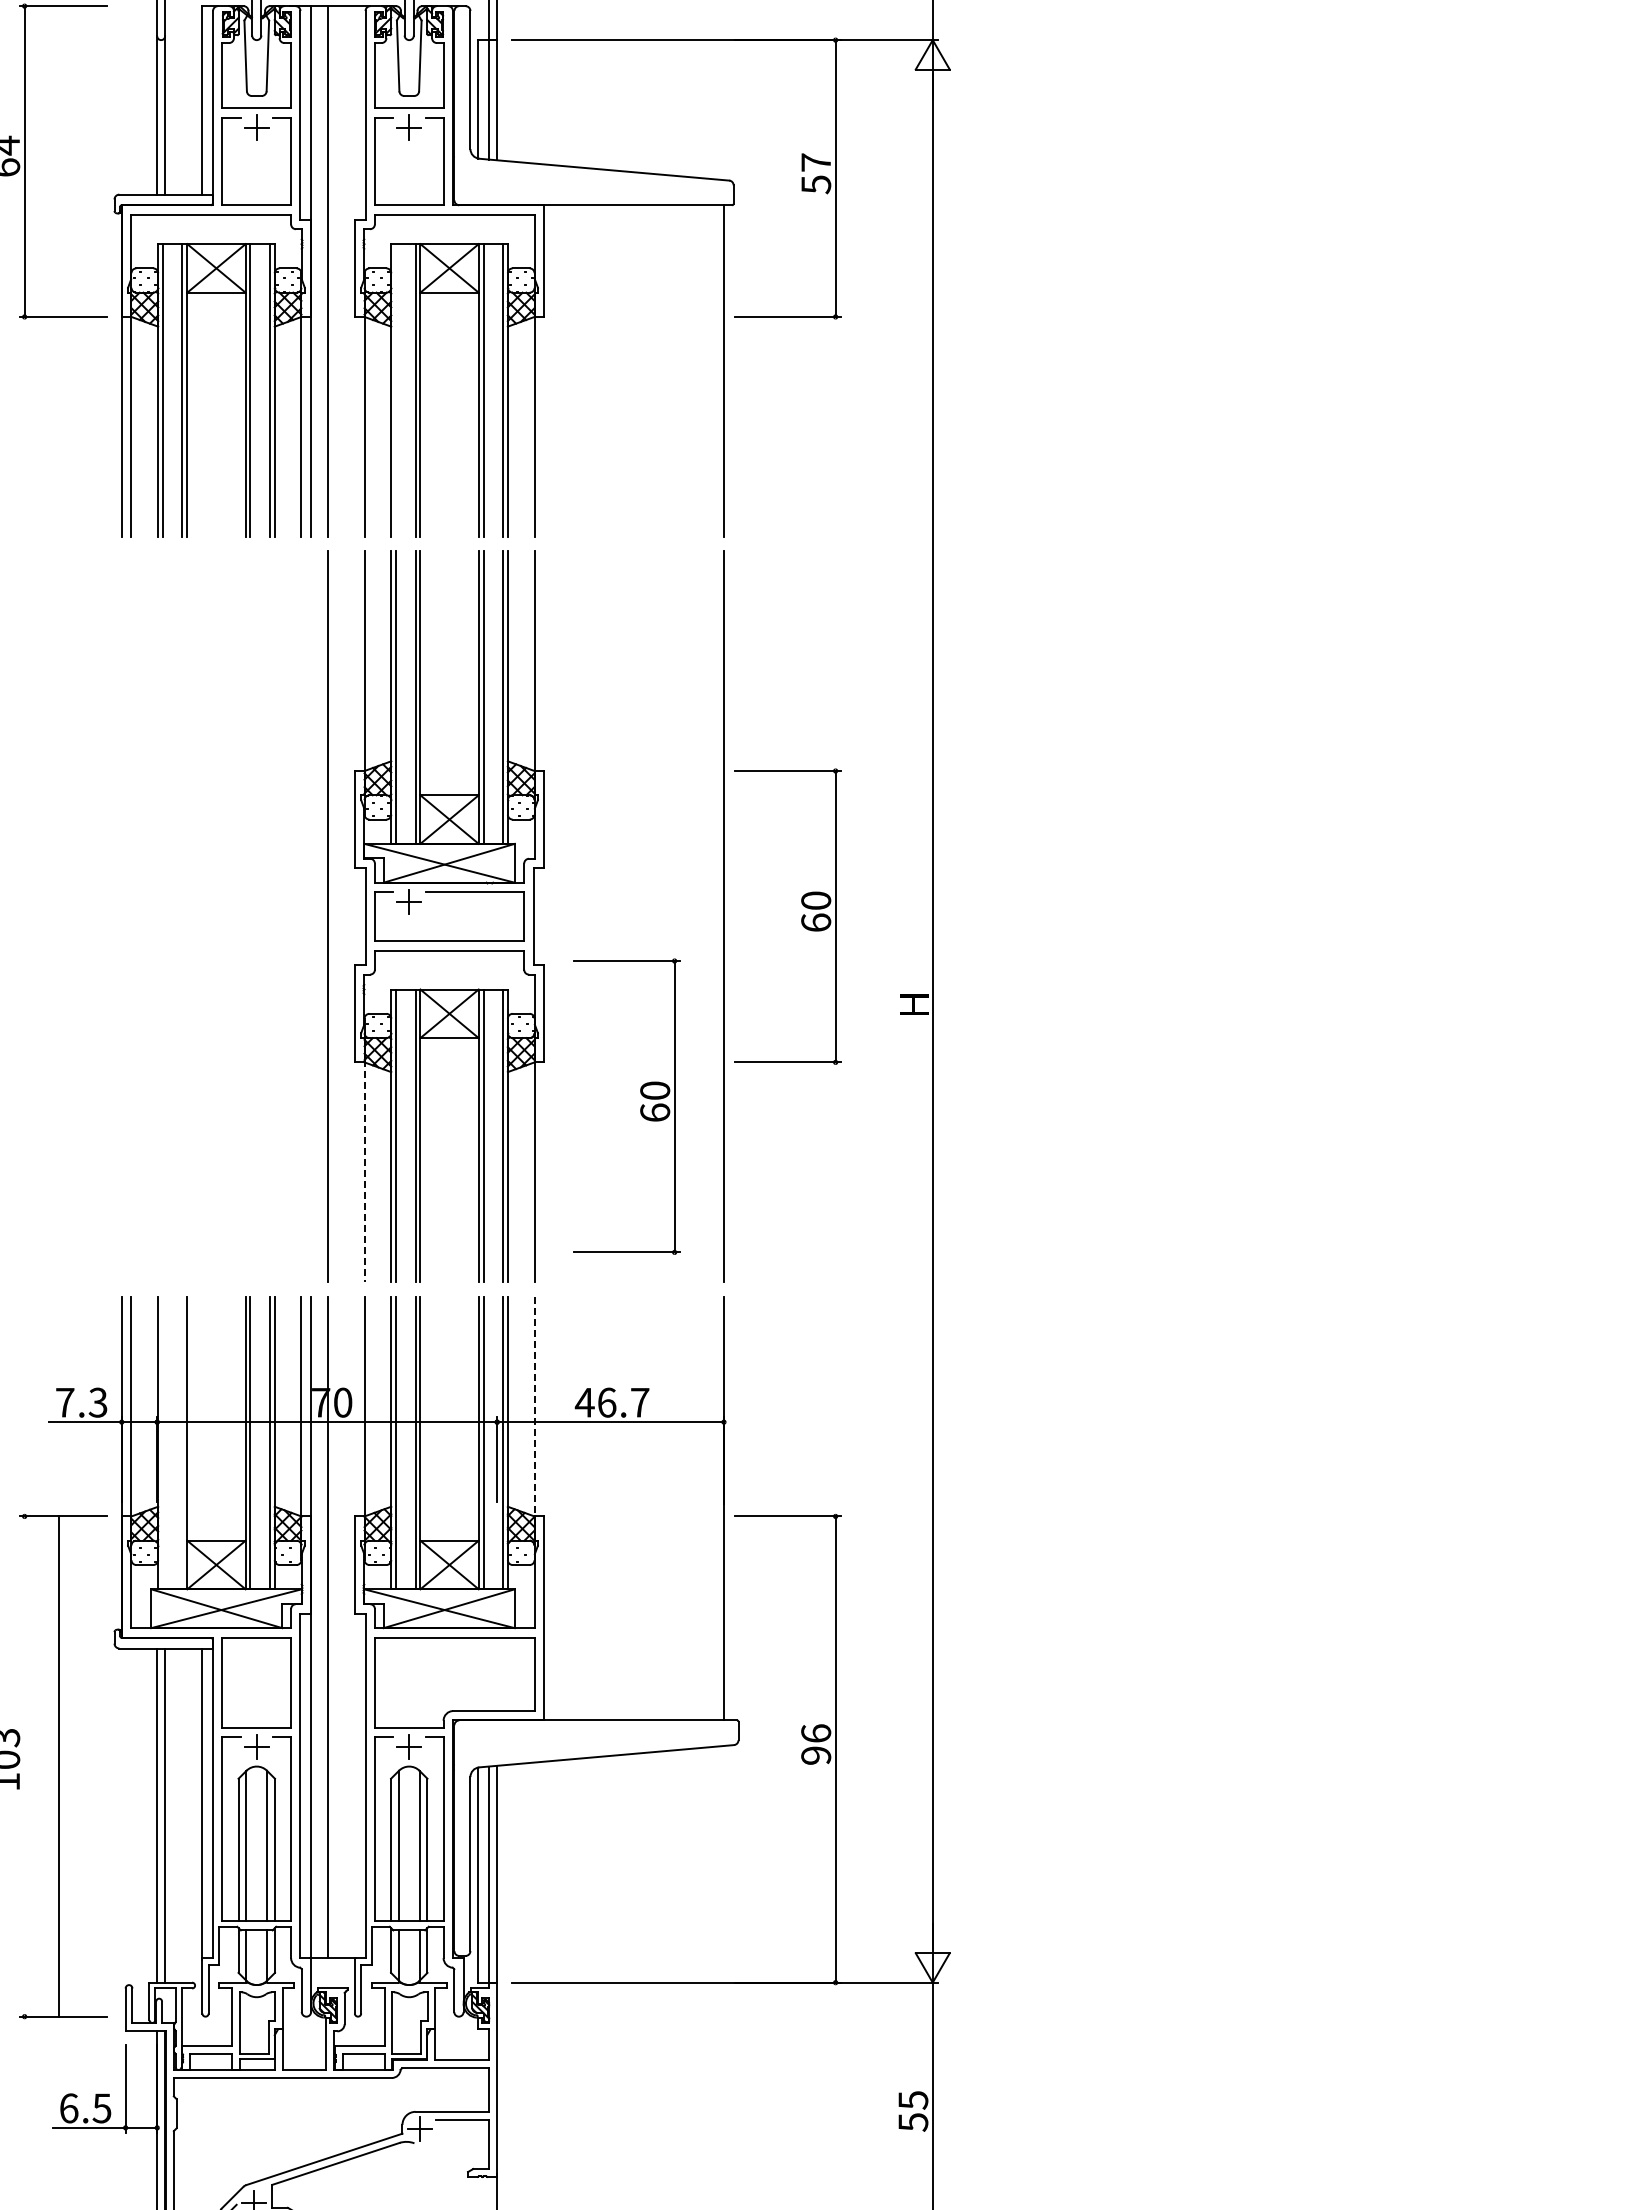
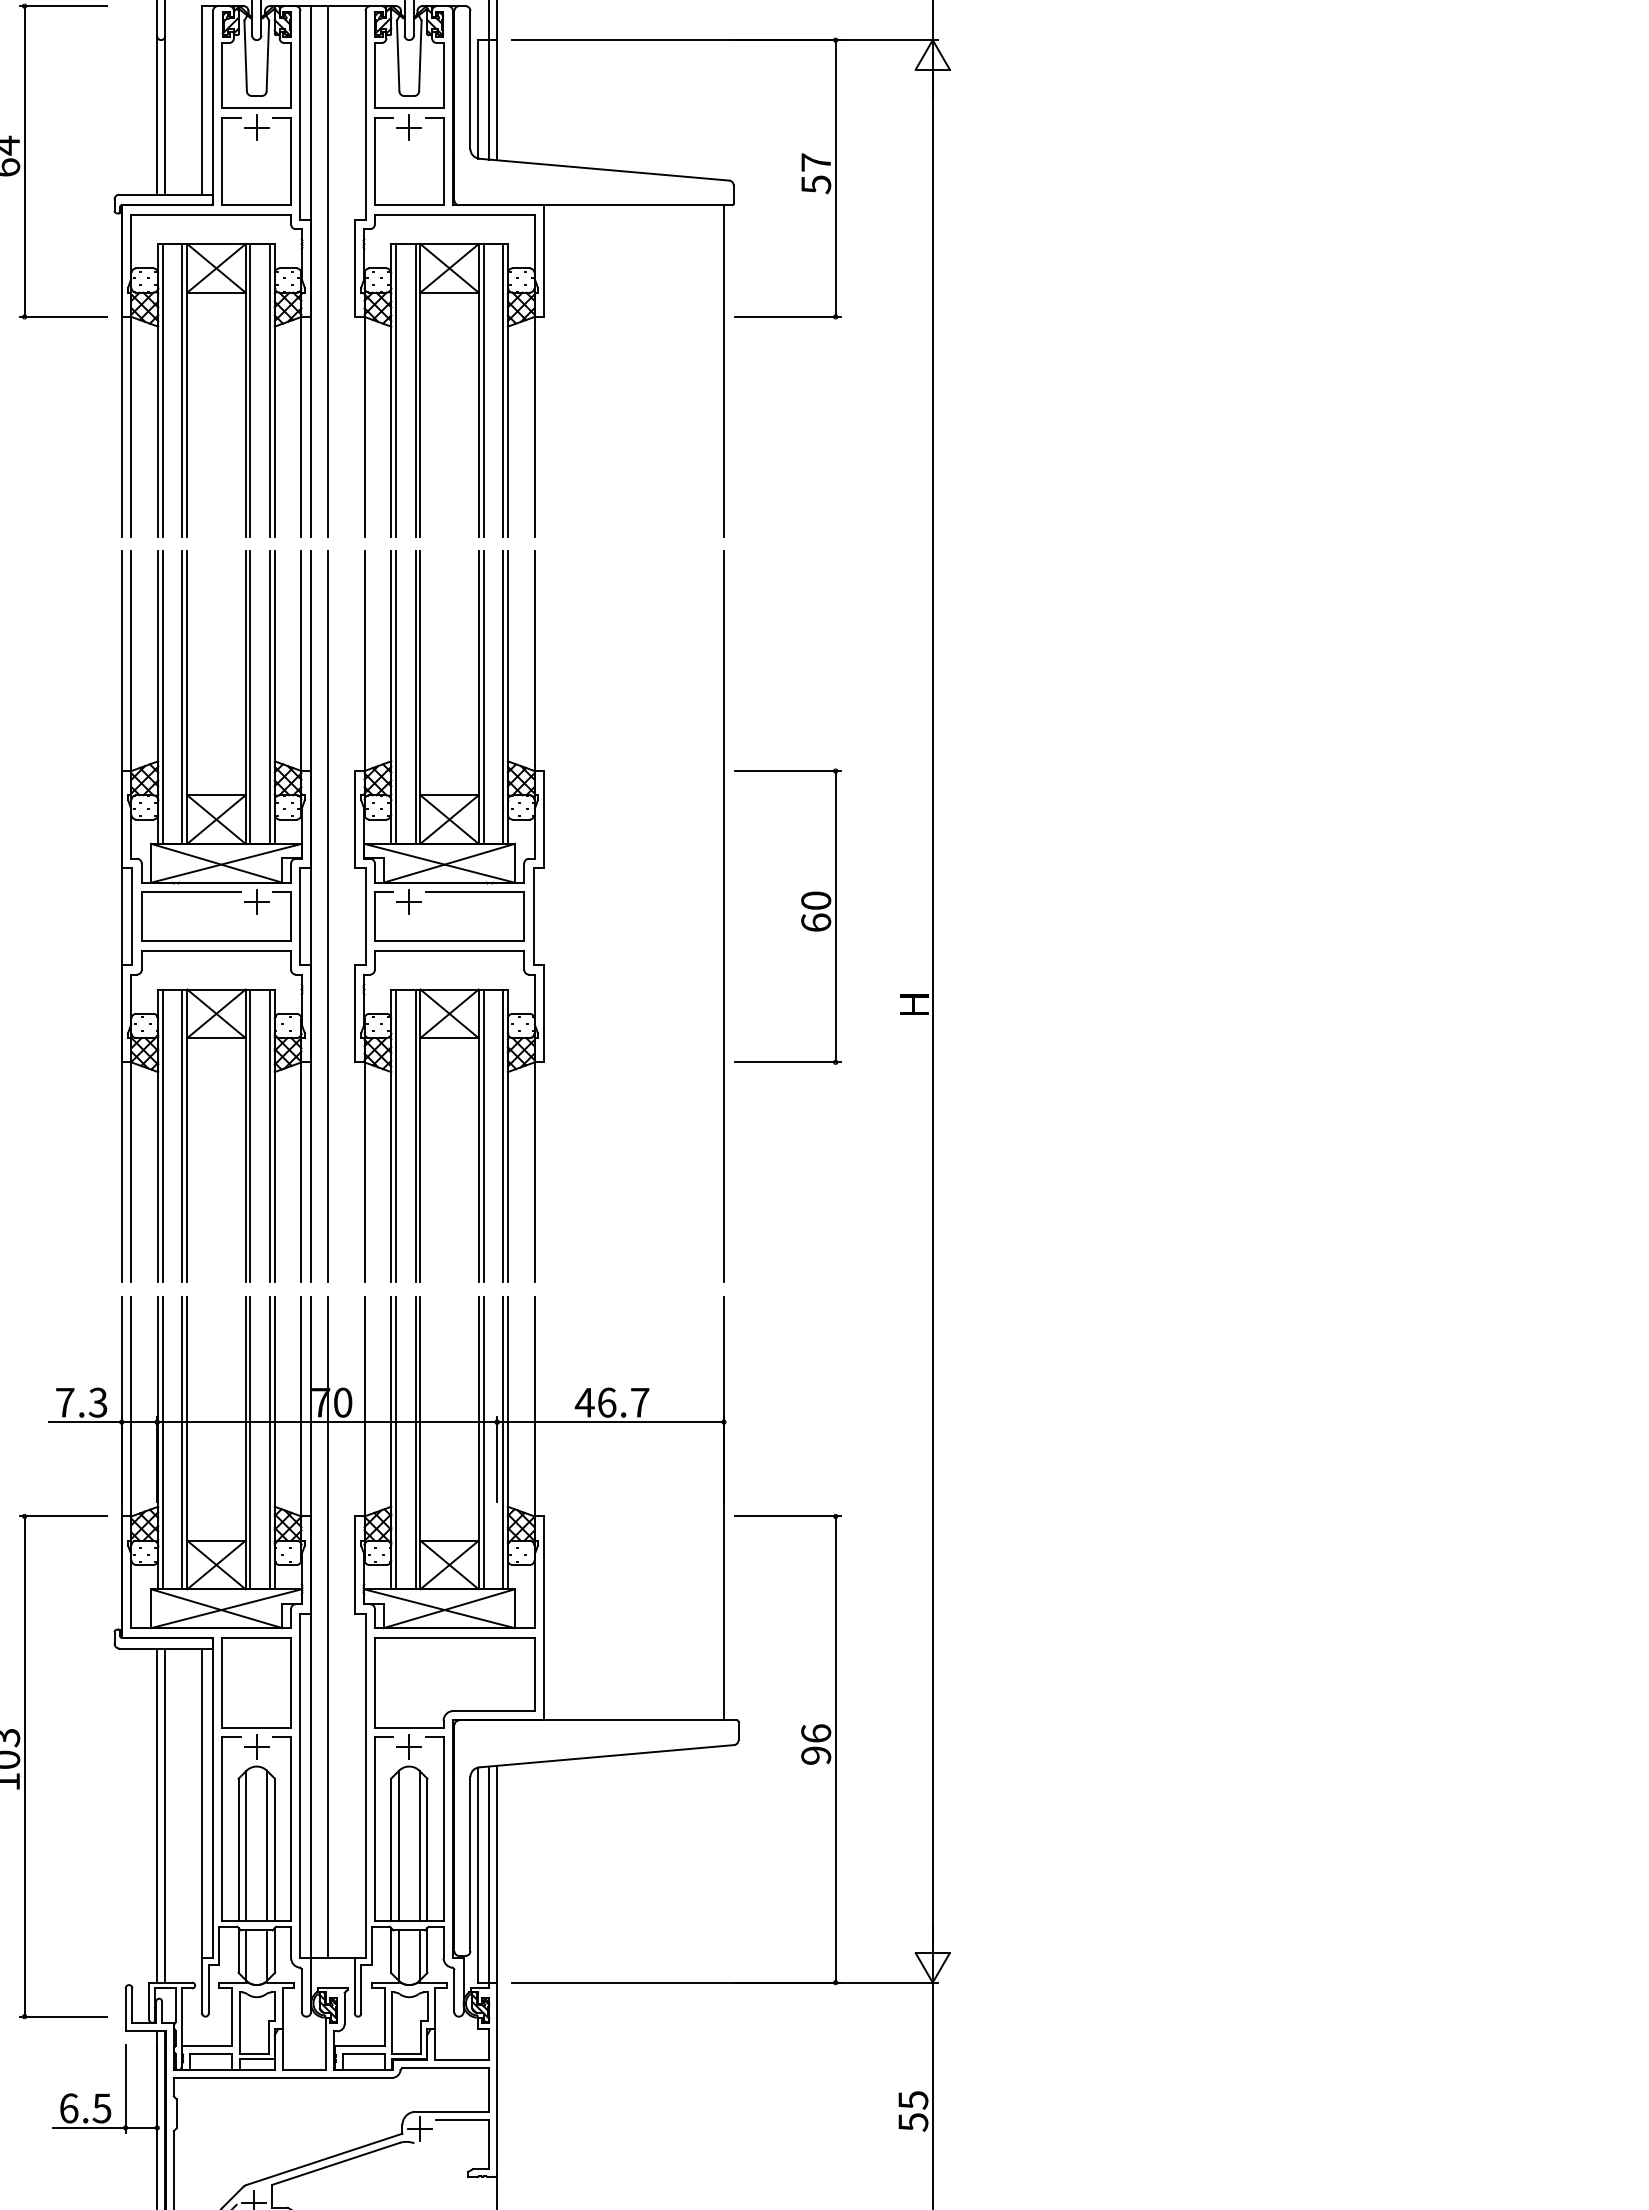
line at (396, 390): none -> present
part at (216, 916): none -> present
part at (640, 1107): present -> none
line at (364, 1171): dashed -> solid
line at (534, 1408): dashed -> solid
line at (163, 1442): none -> present
line at (182, 1442): none -> present
line at (58, 1766) position: (58, 1766) -> (24, 1766)
